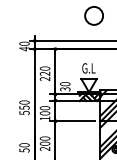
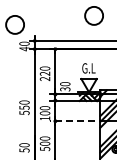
circle at (14, 24): none -> present
line at (72, 121): solid -> dashed
text at (44, 148): 200 -> 500
